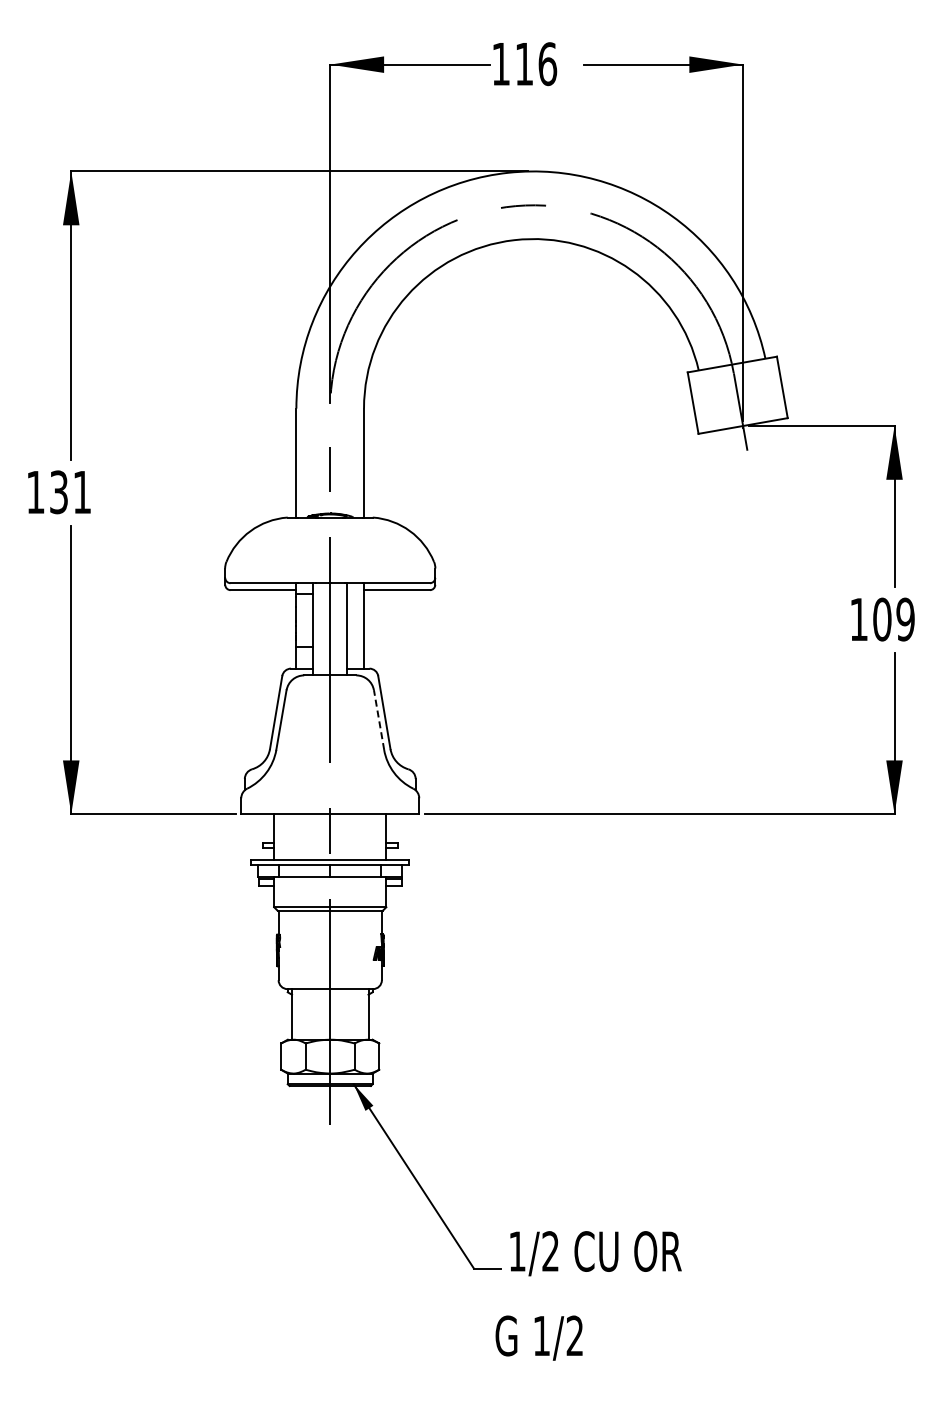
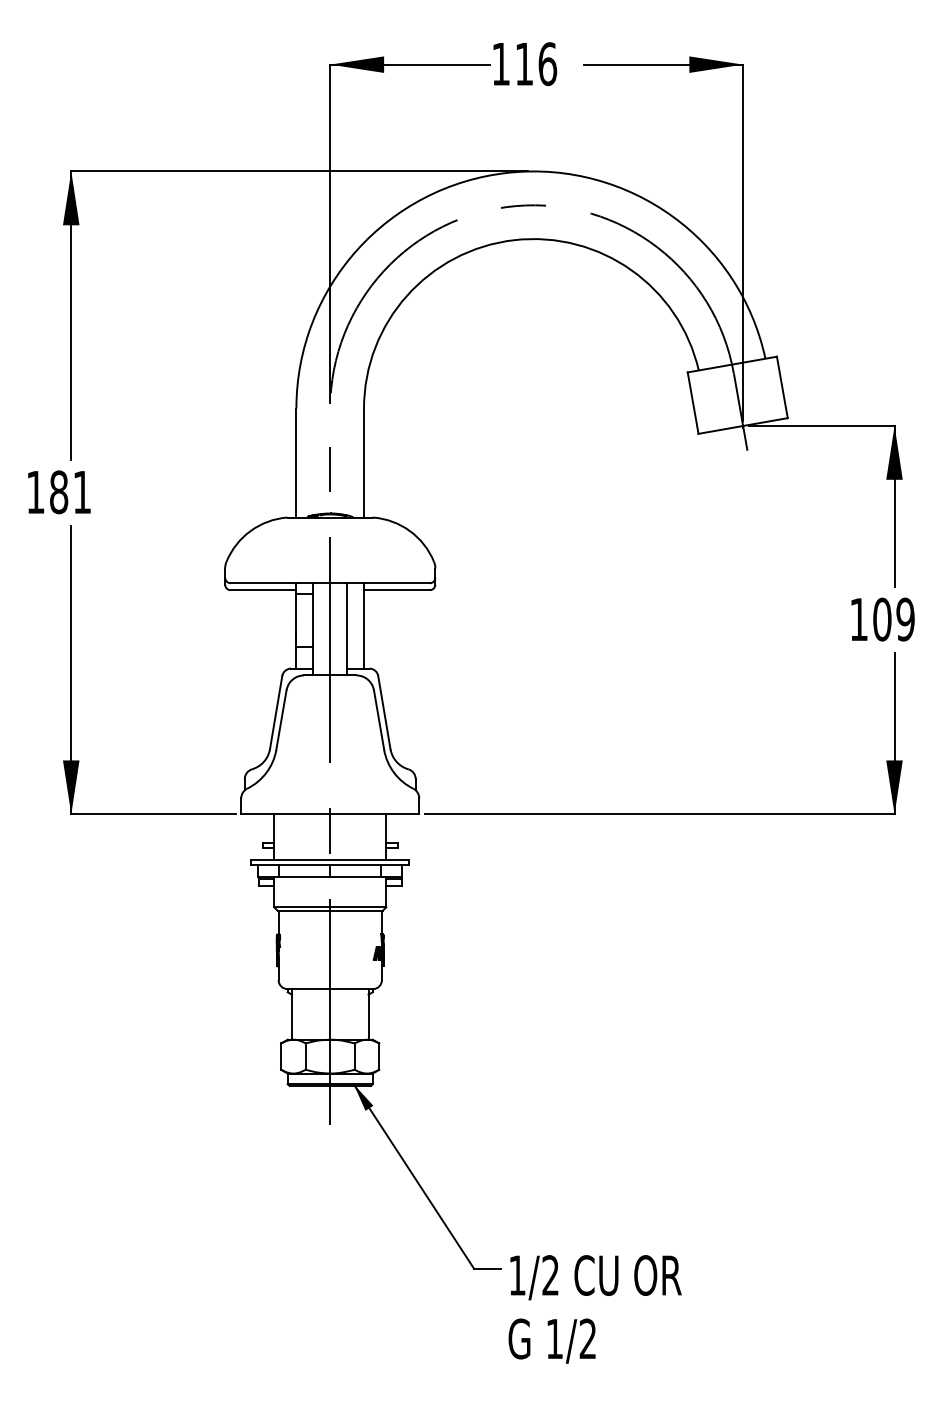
text at (59, 492): 131 -> 181
line at (379, 719): dashed -> solid
text at (595, 1253) position: (595, 1253) -> (595, 1277)
text at (538, 1337) position: (538, 1337) -> (551, 1340)
